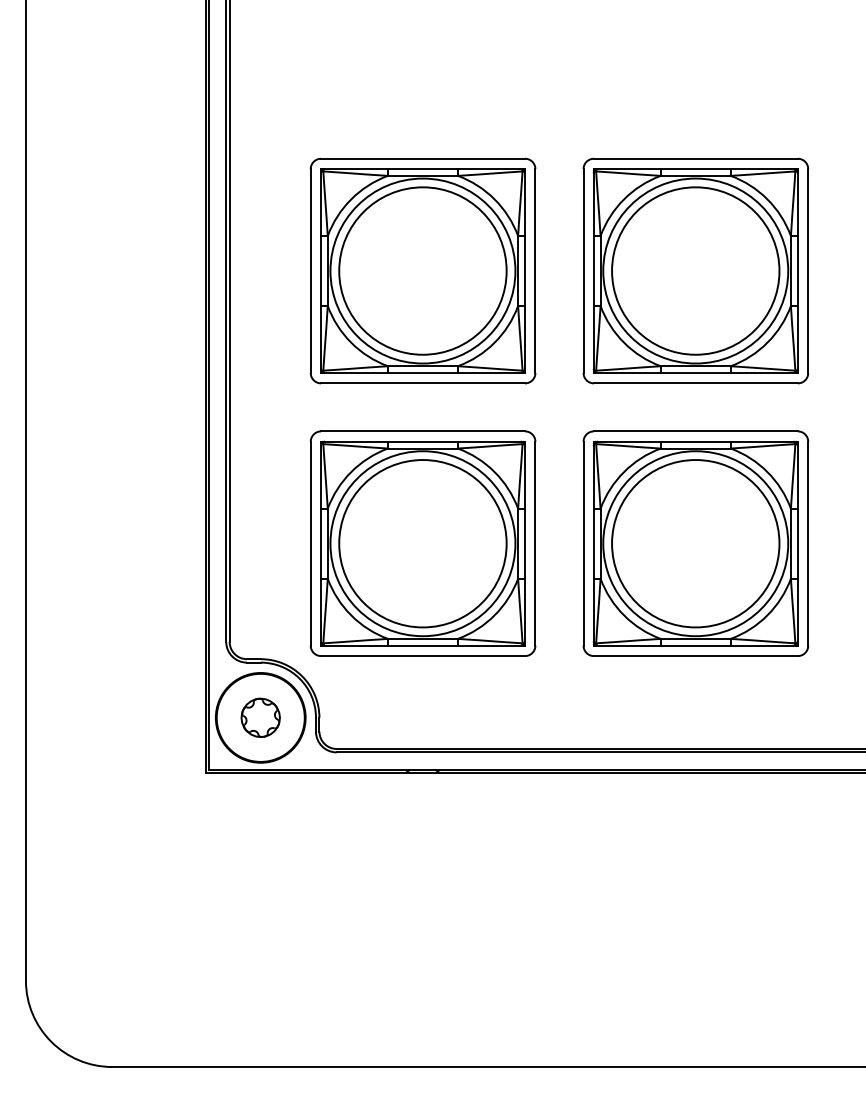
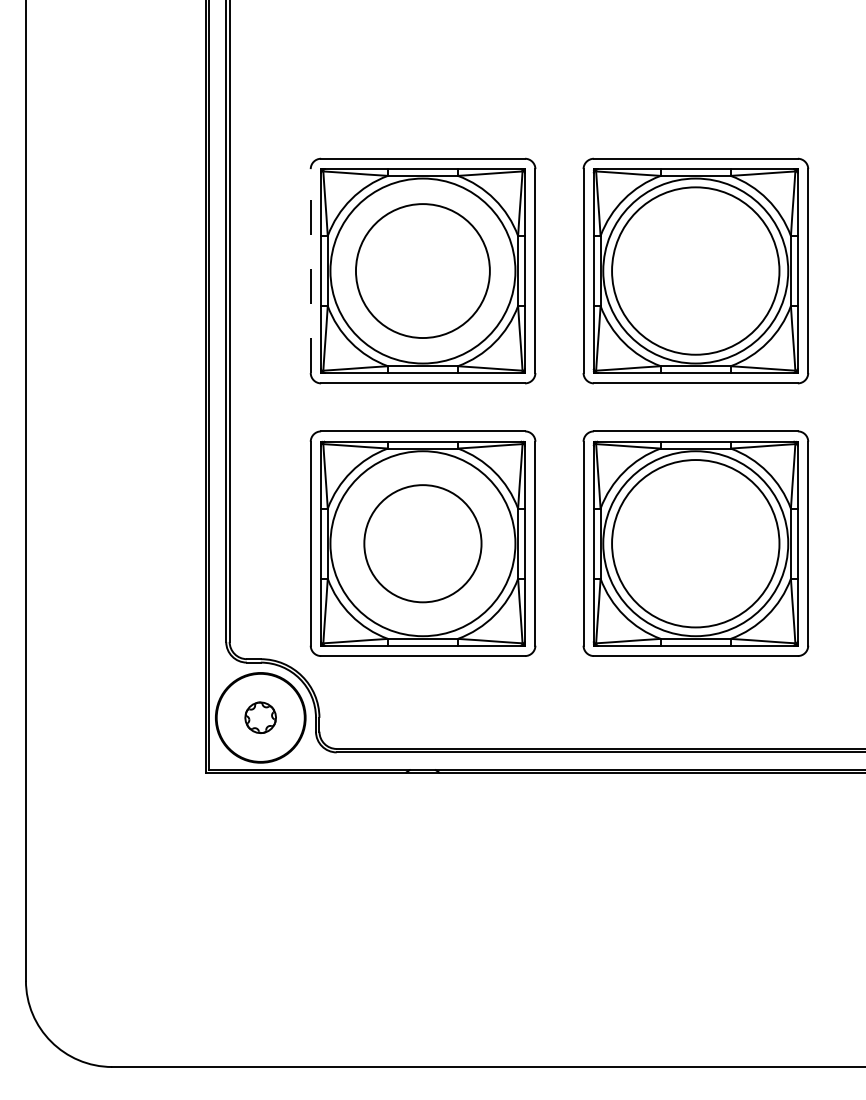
circle at (422, 270) diameter: 167 px -> 134 px
line at (310, 271): solid -> dashed
circle at (422, 543) diameter: 167 px -> 117 px
part at (260, 717) size: 41x41 px -> 33x33 px
